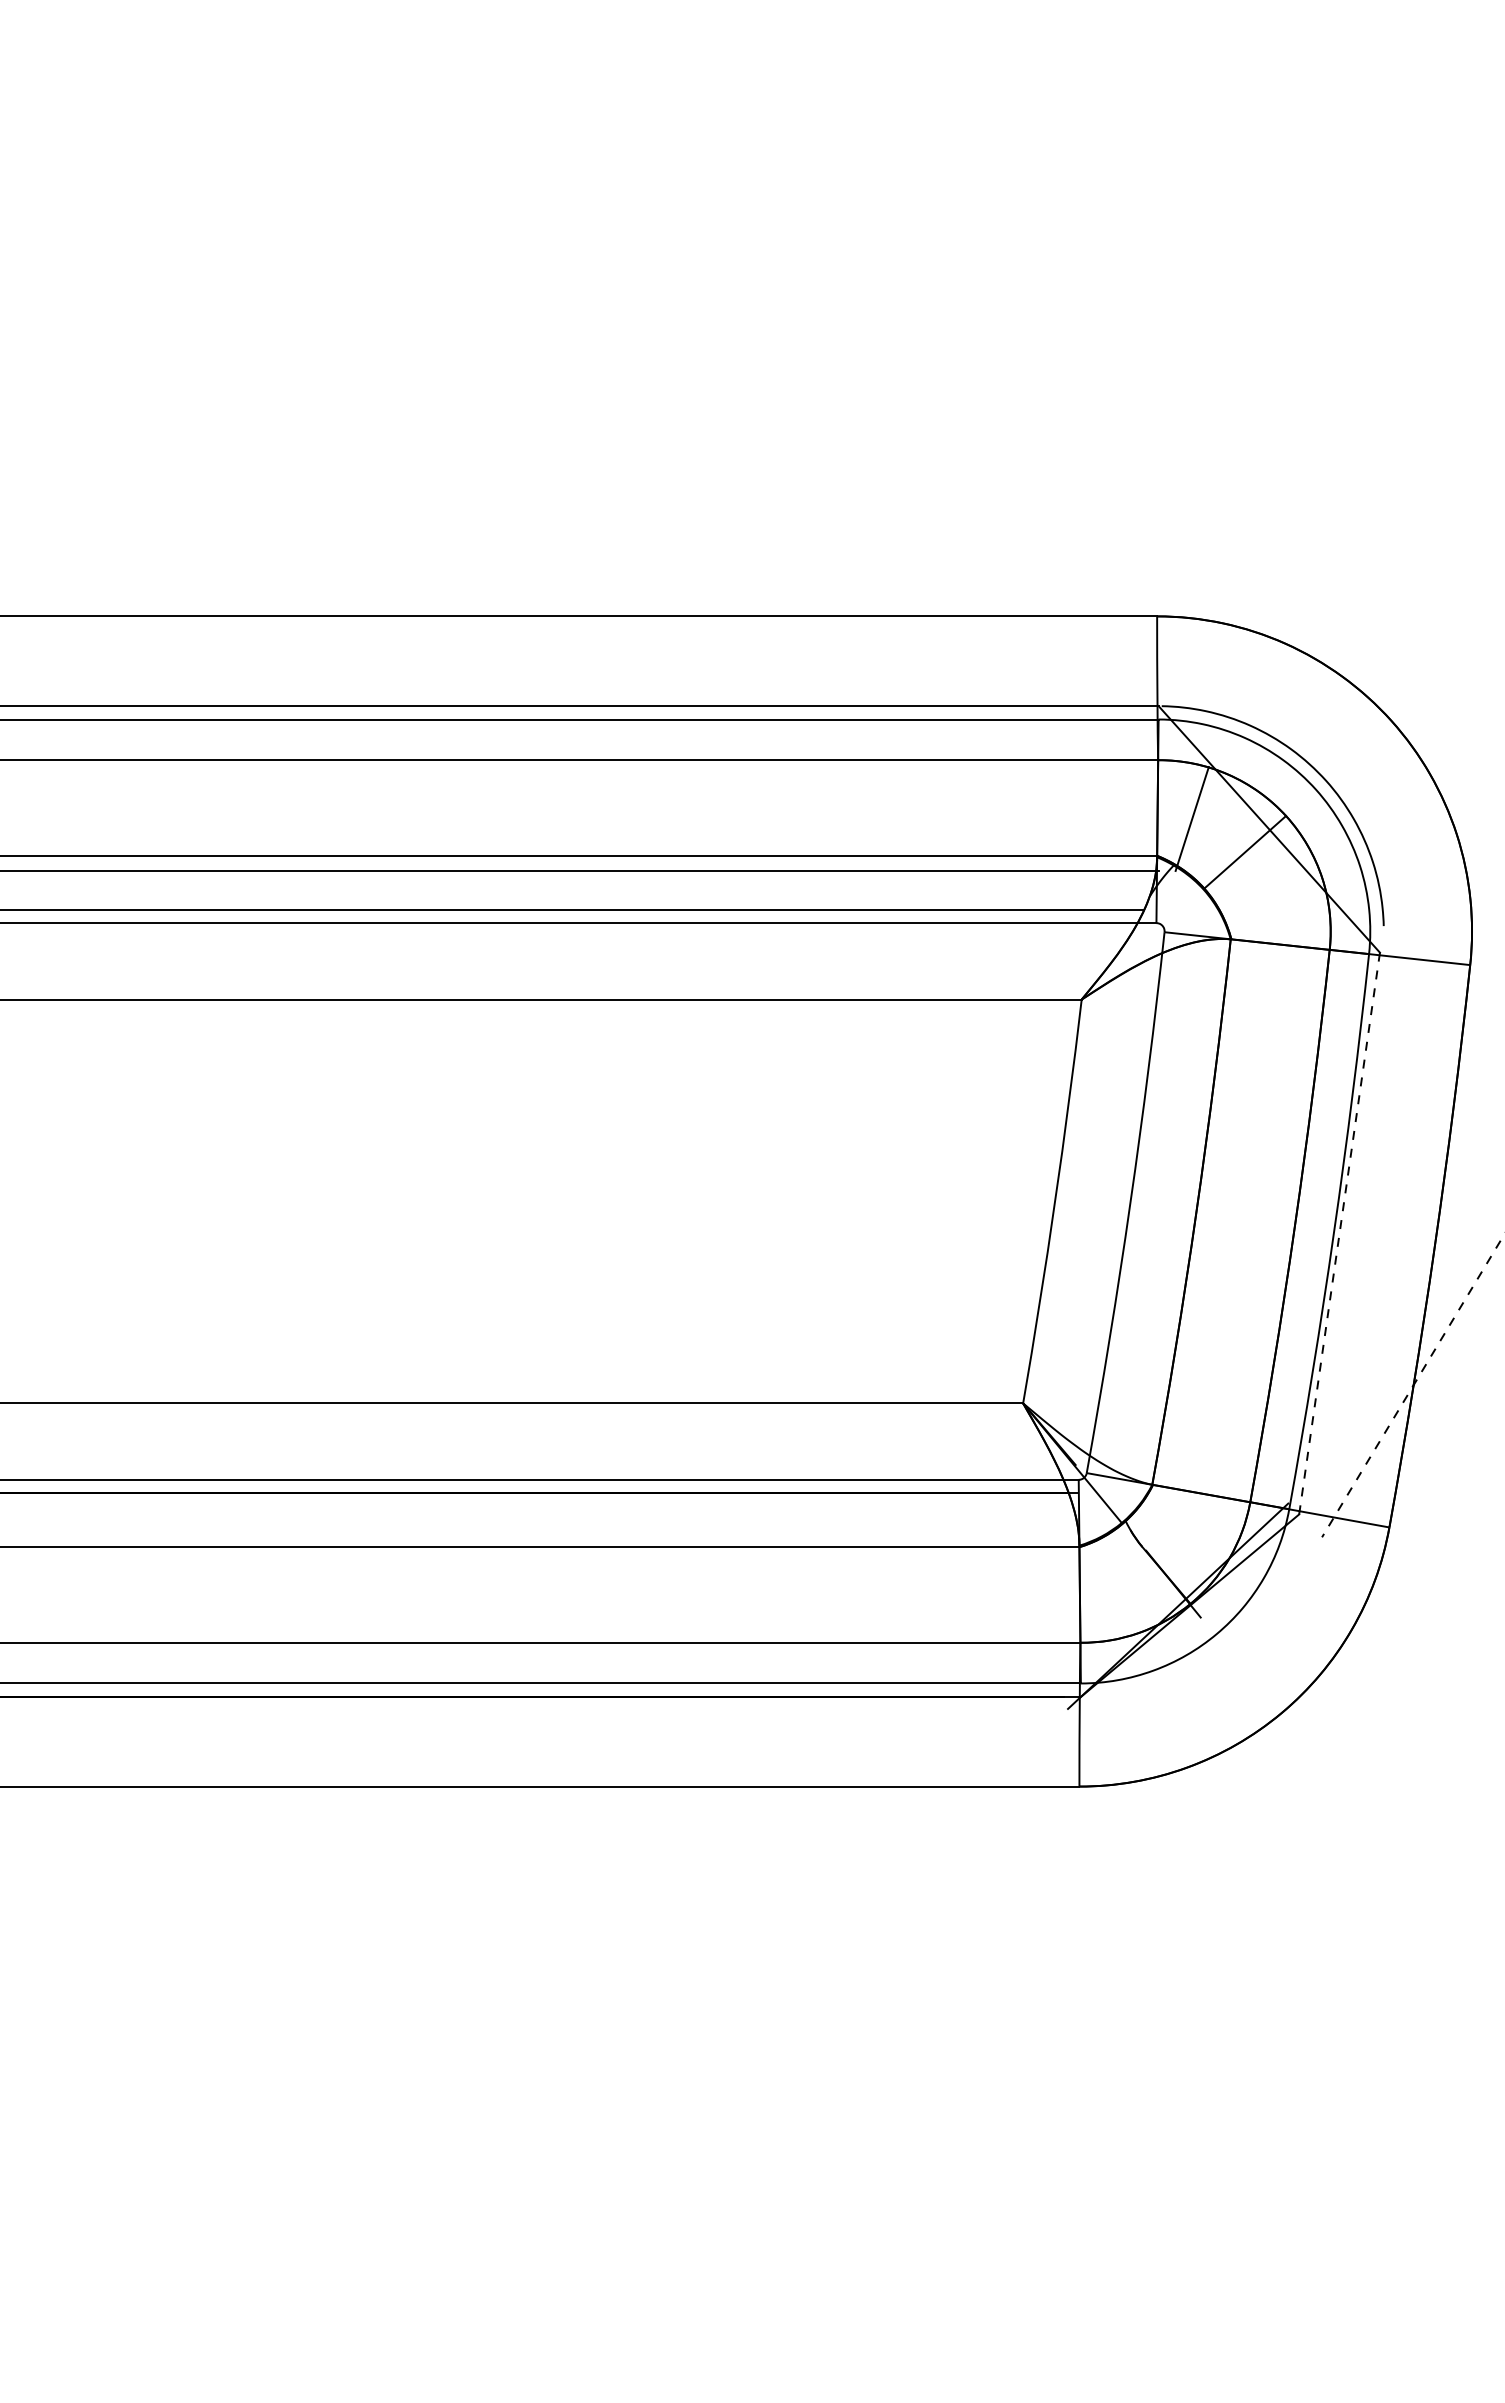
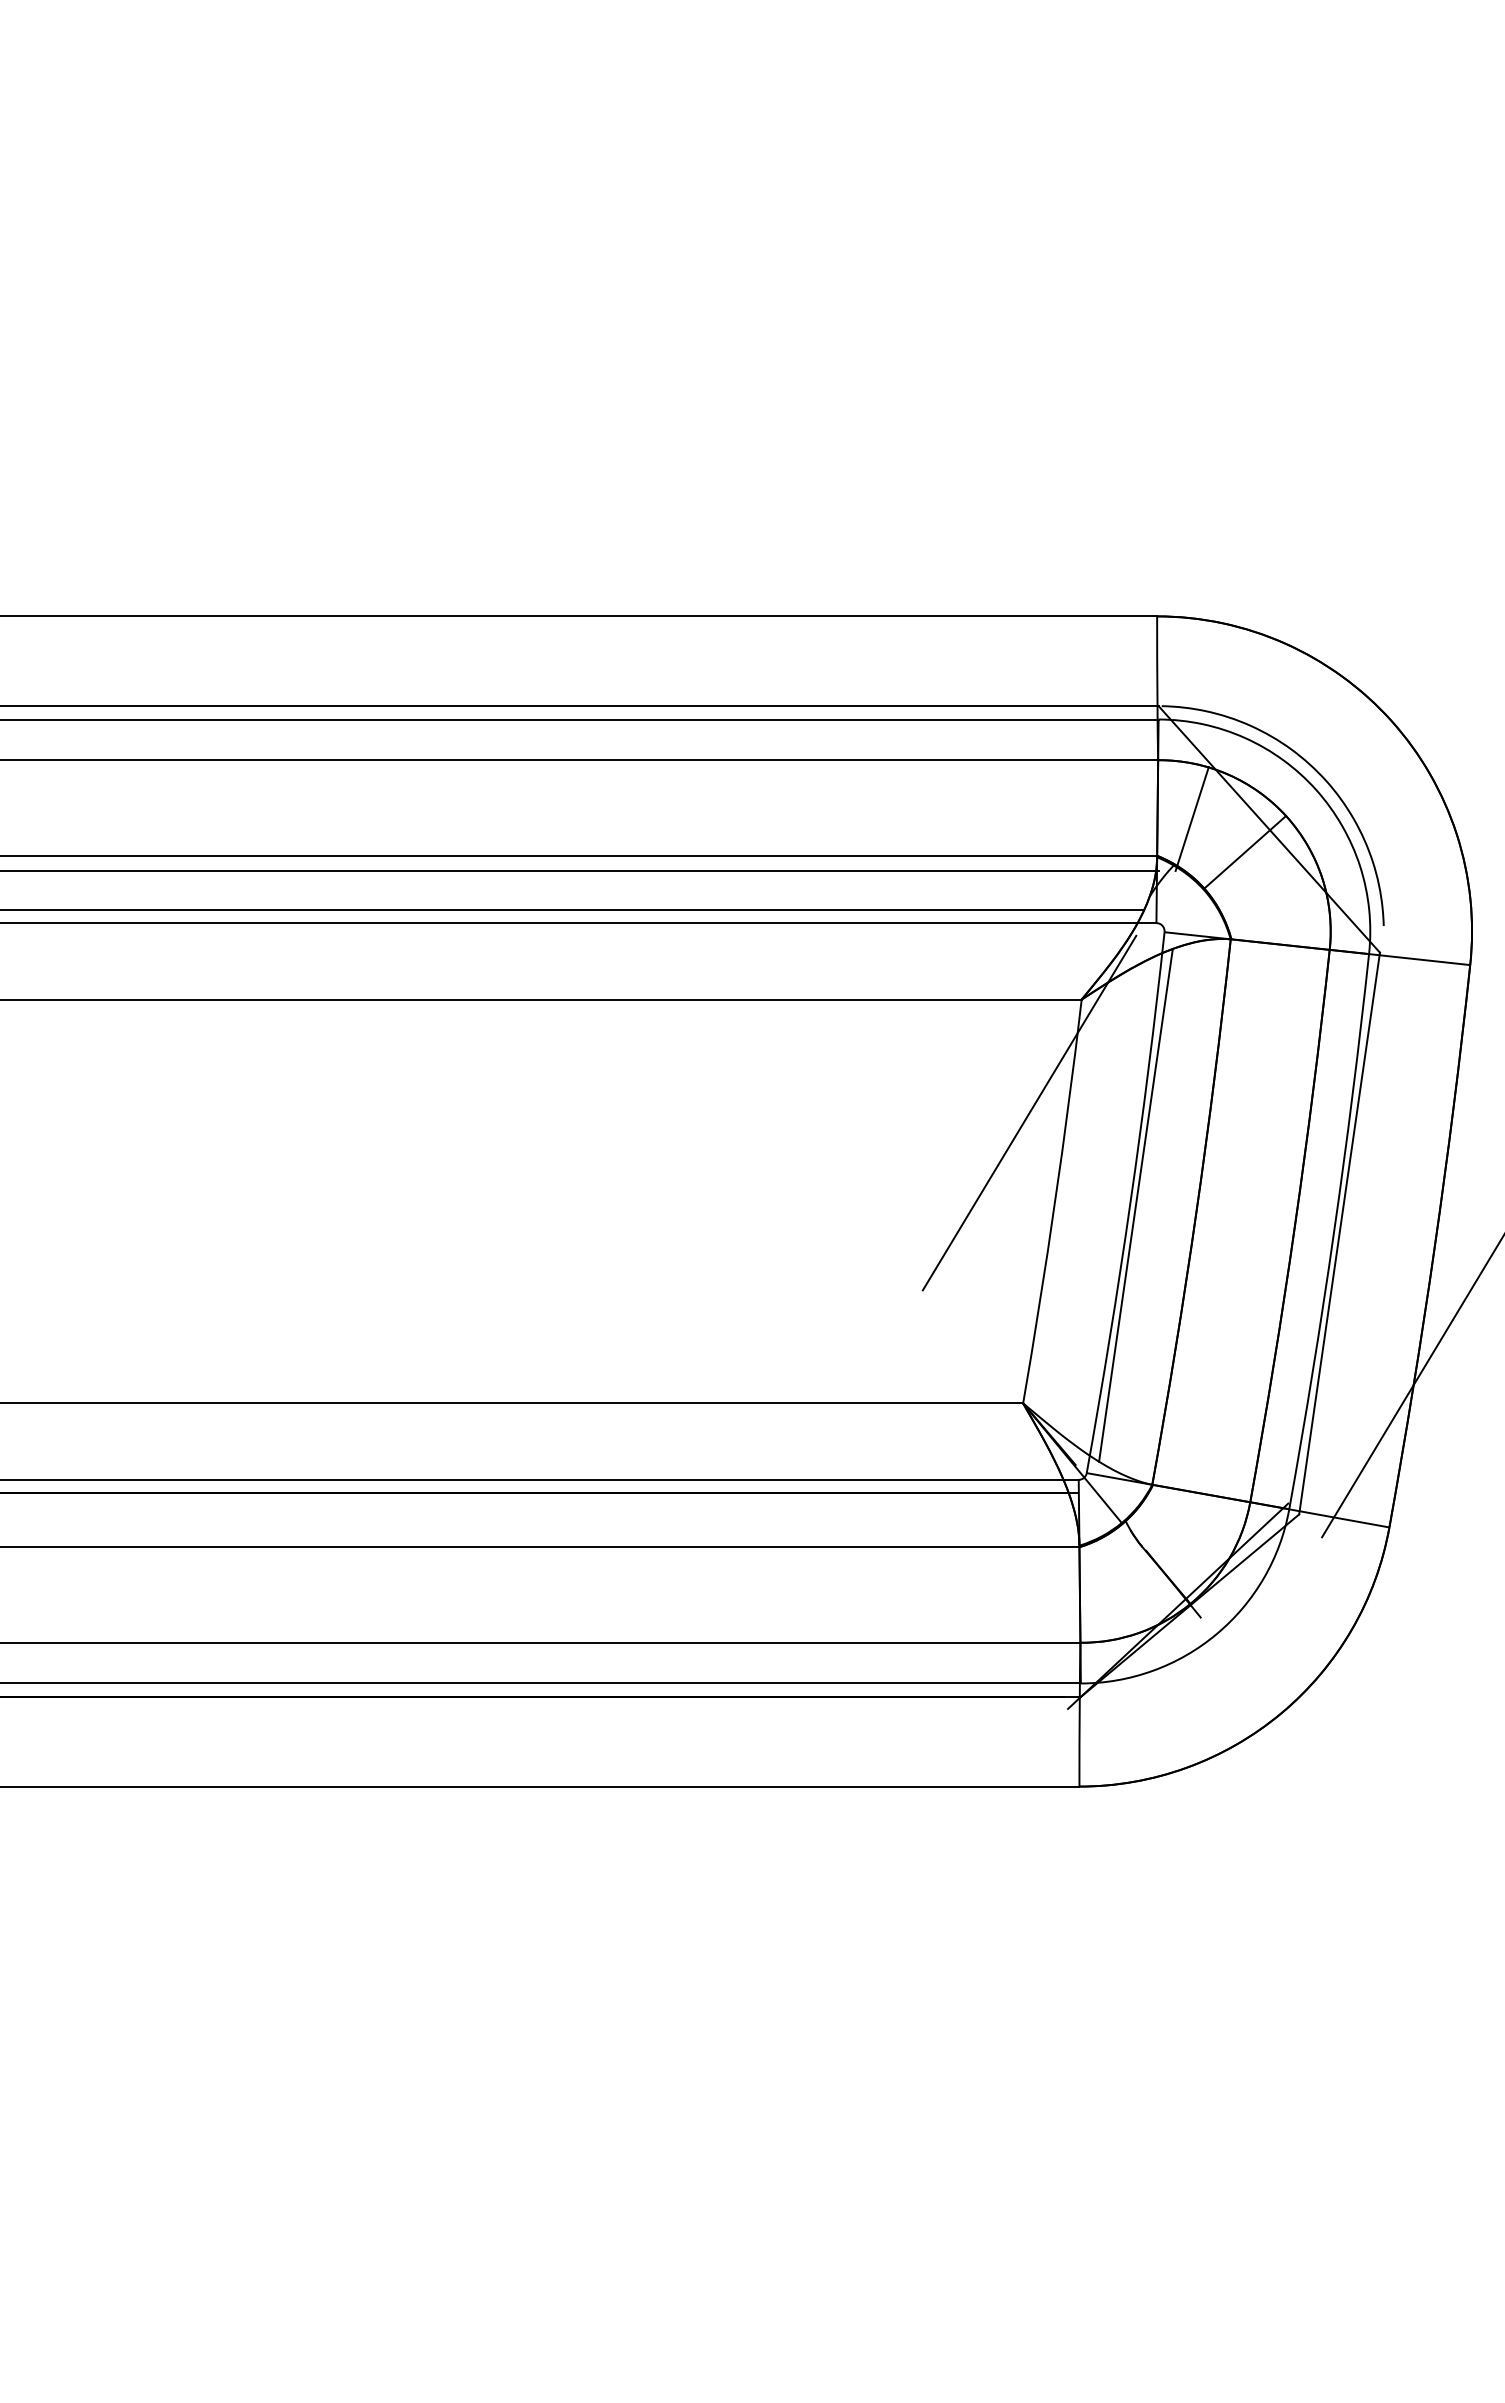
line at (1029, 1112): none -> present
line at (1135, 1204): none -> present
line at (1339, 1233): dashed -> solid
line at (1413, 1385): dashed -> solid
